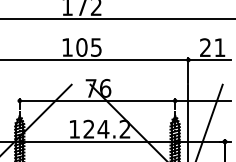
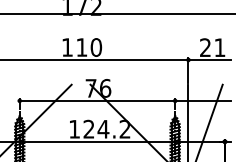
line at (117, 19) position: (117, 19) -> (117, 14)
text at (89, 47): 105 -> 110
